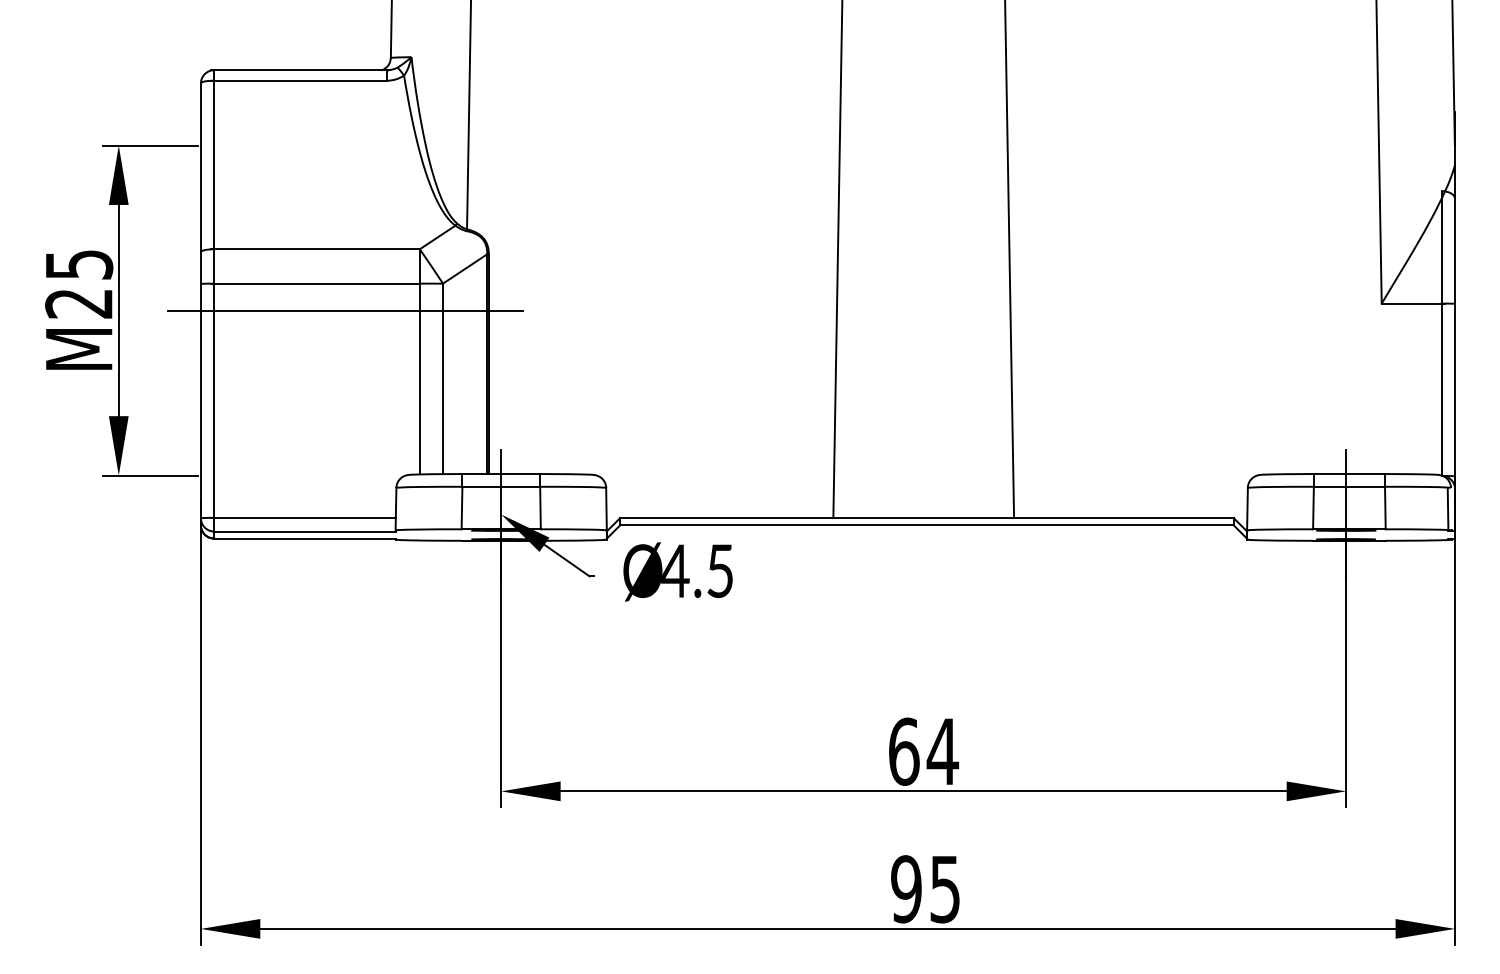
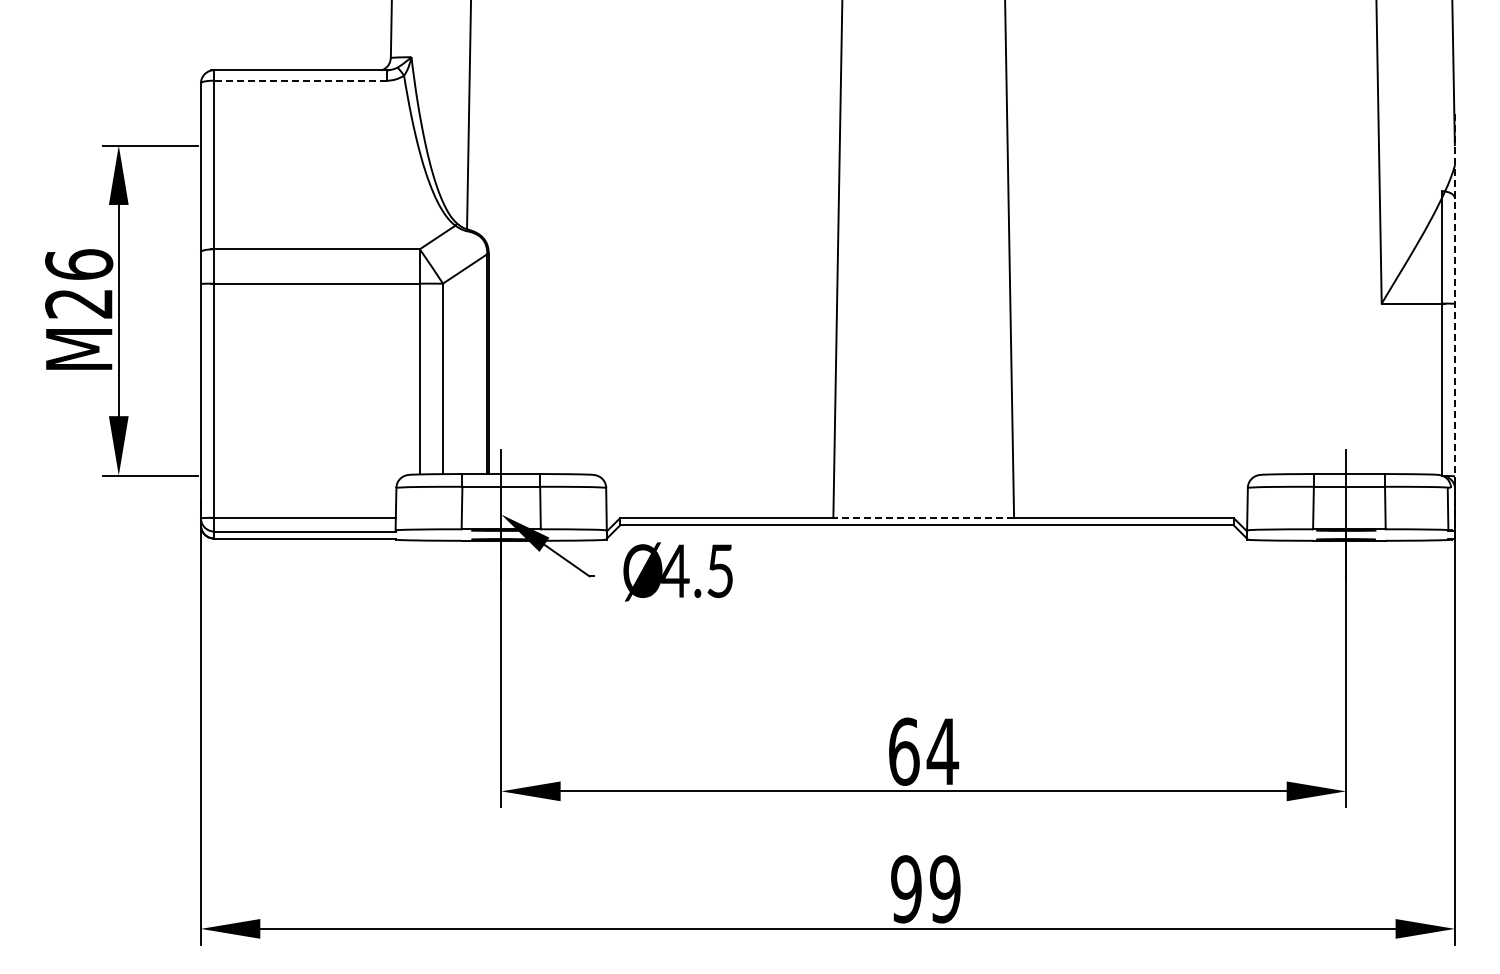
line at (298, 80): solid -> dashed
text at (79, 264): M25 -> M26
line at (345, 310): present -> none
line at (1455, 325): solid -> dashed
line at (923, 517): solid -> dashed
text at (944, 889): 95 -> 99
